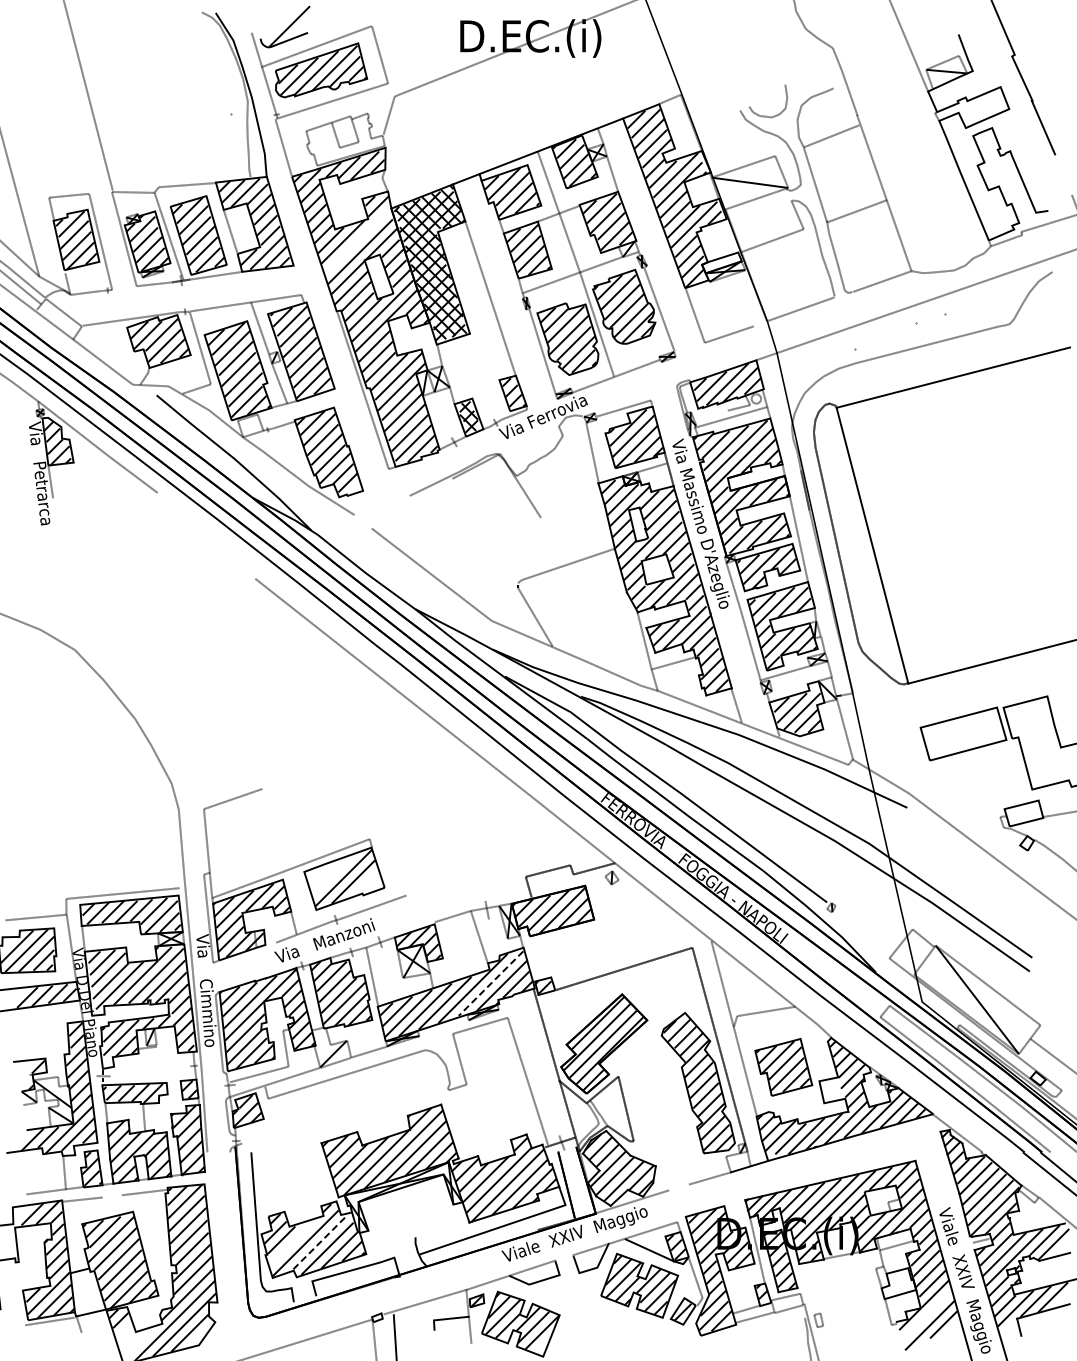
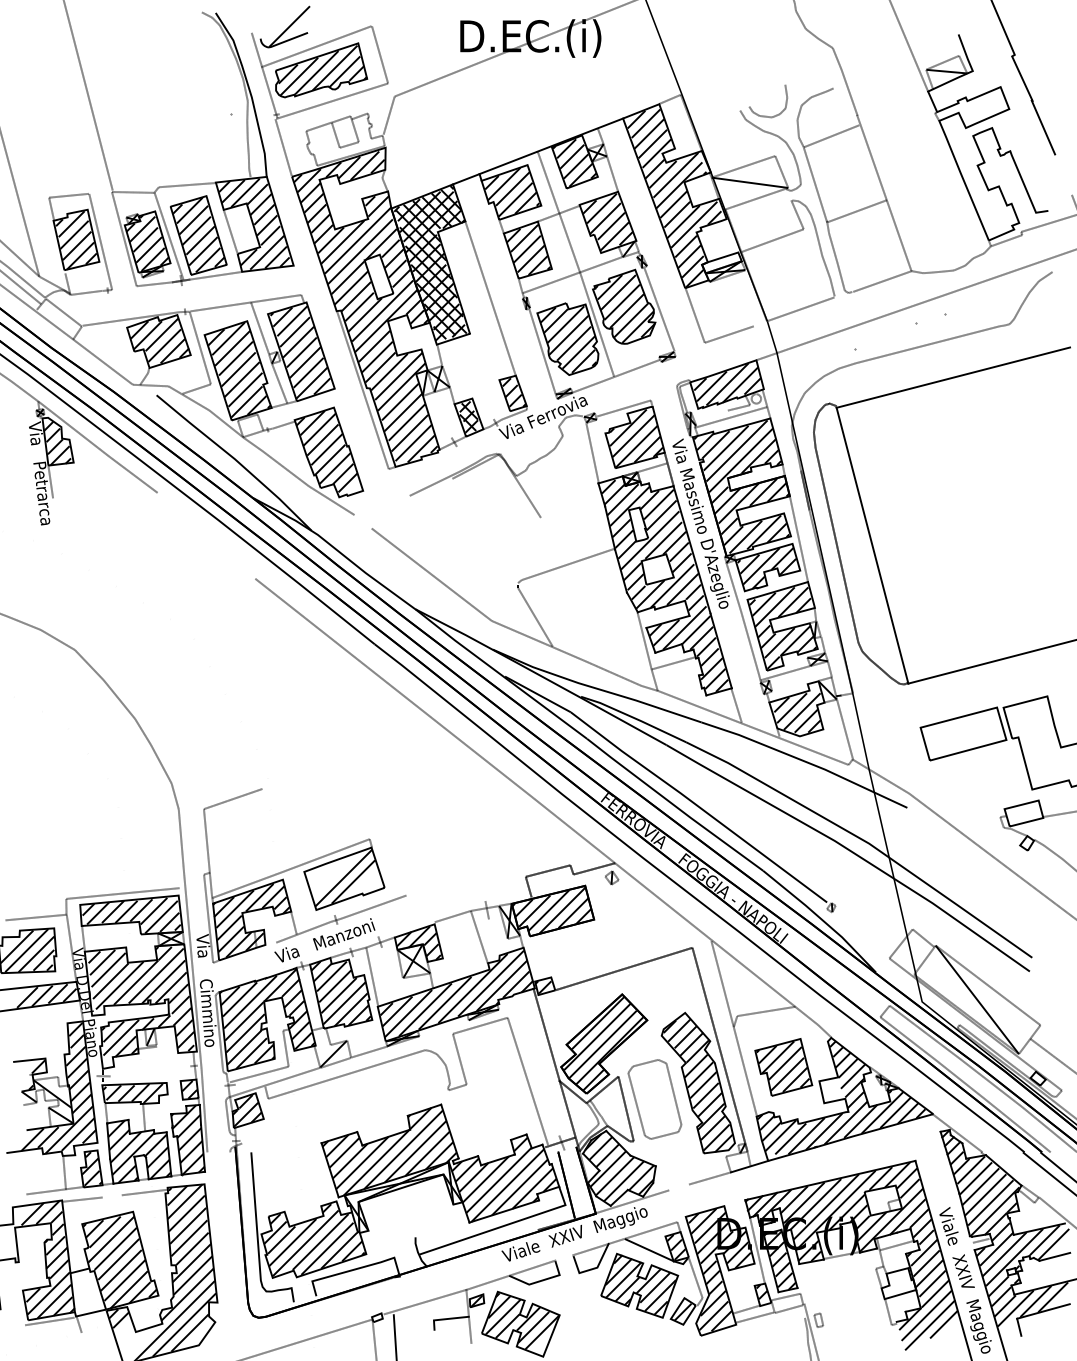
line at (357, 240): none -> present
line at (491, 983): dashed -> solid
part at (654, 1099): none -> present
line at (292, 1242): none -> present
line at (320, 1242): dashed -> solid
line at (926, 1315): none -> present
